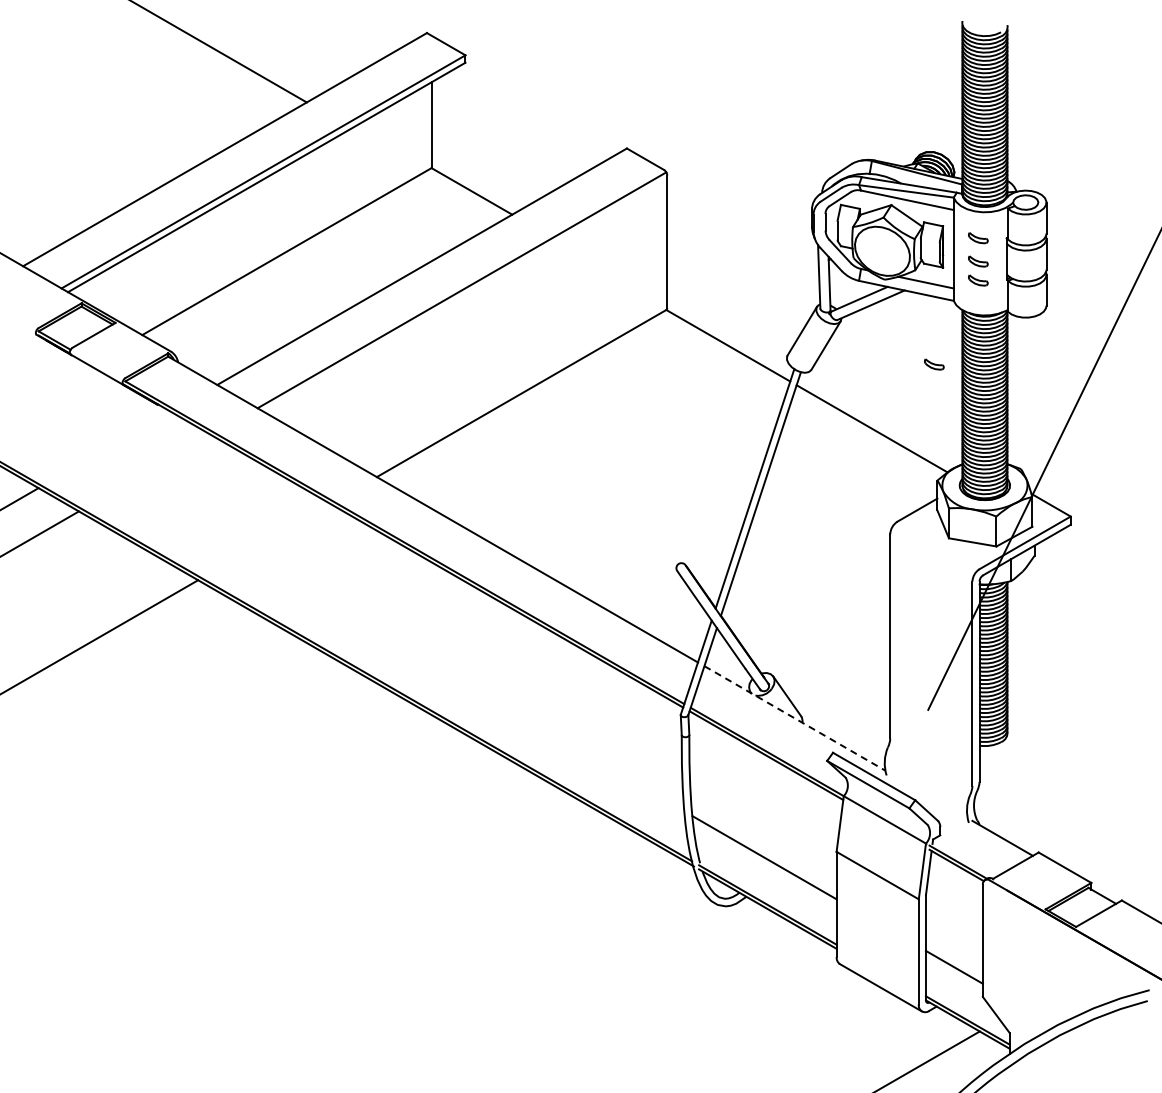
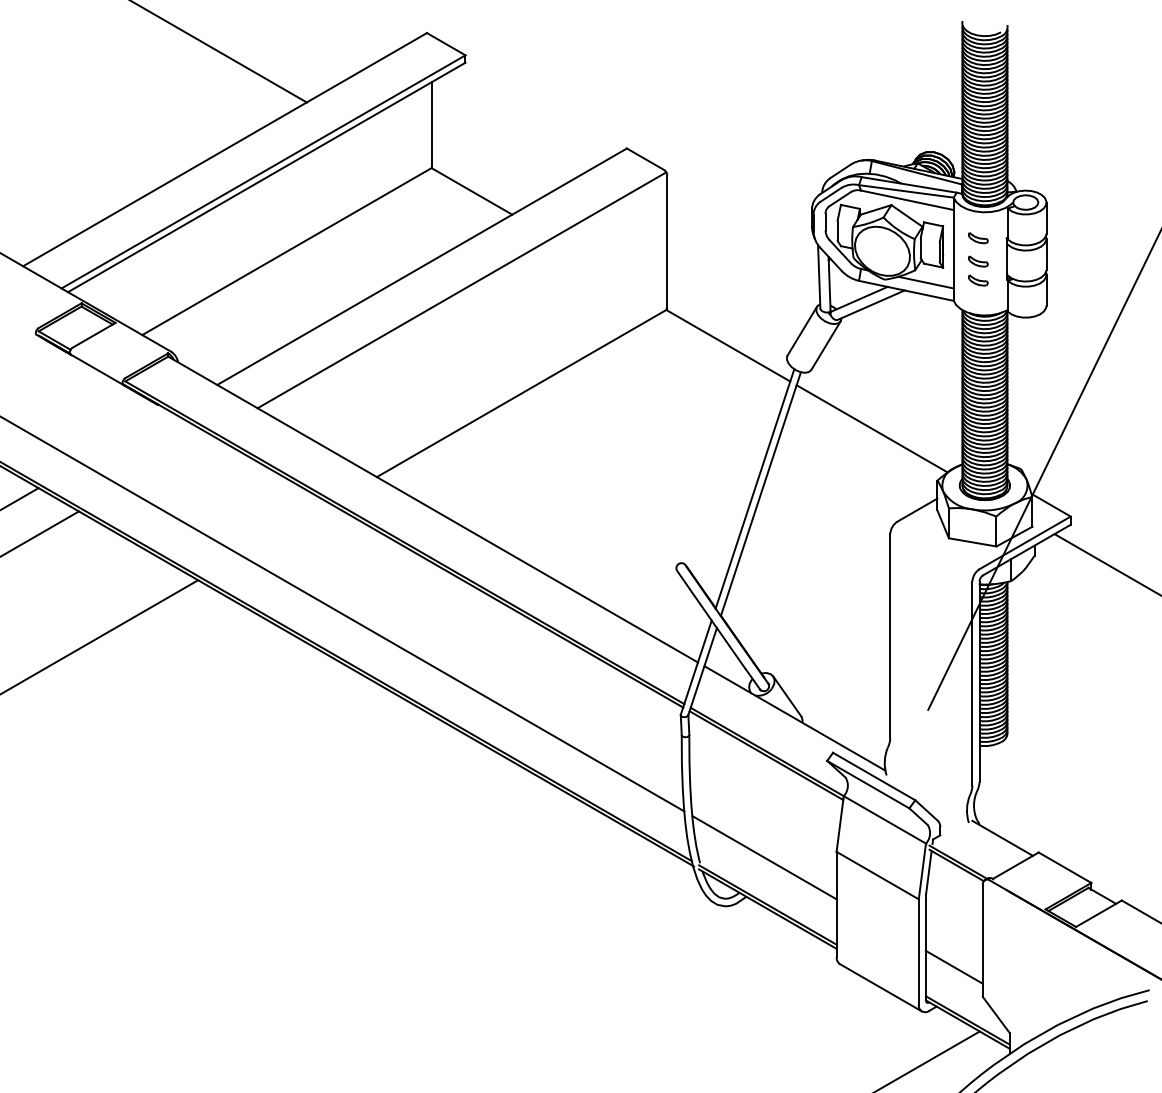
part at (934, 364): present -> none
line at (1106, 564): none -> present
line at (343, 614): none -> present
line at (795, 718): dashed -> solid
